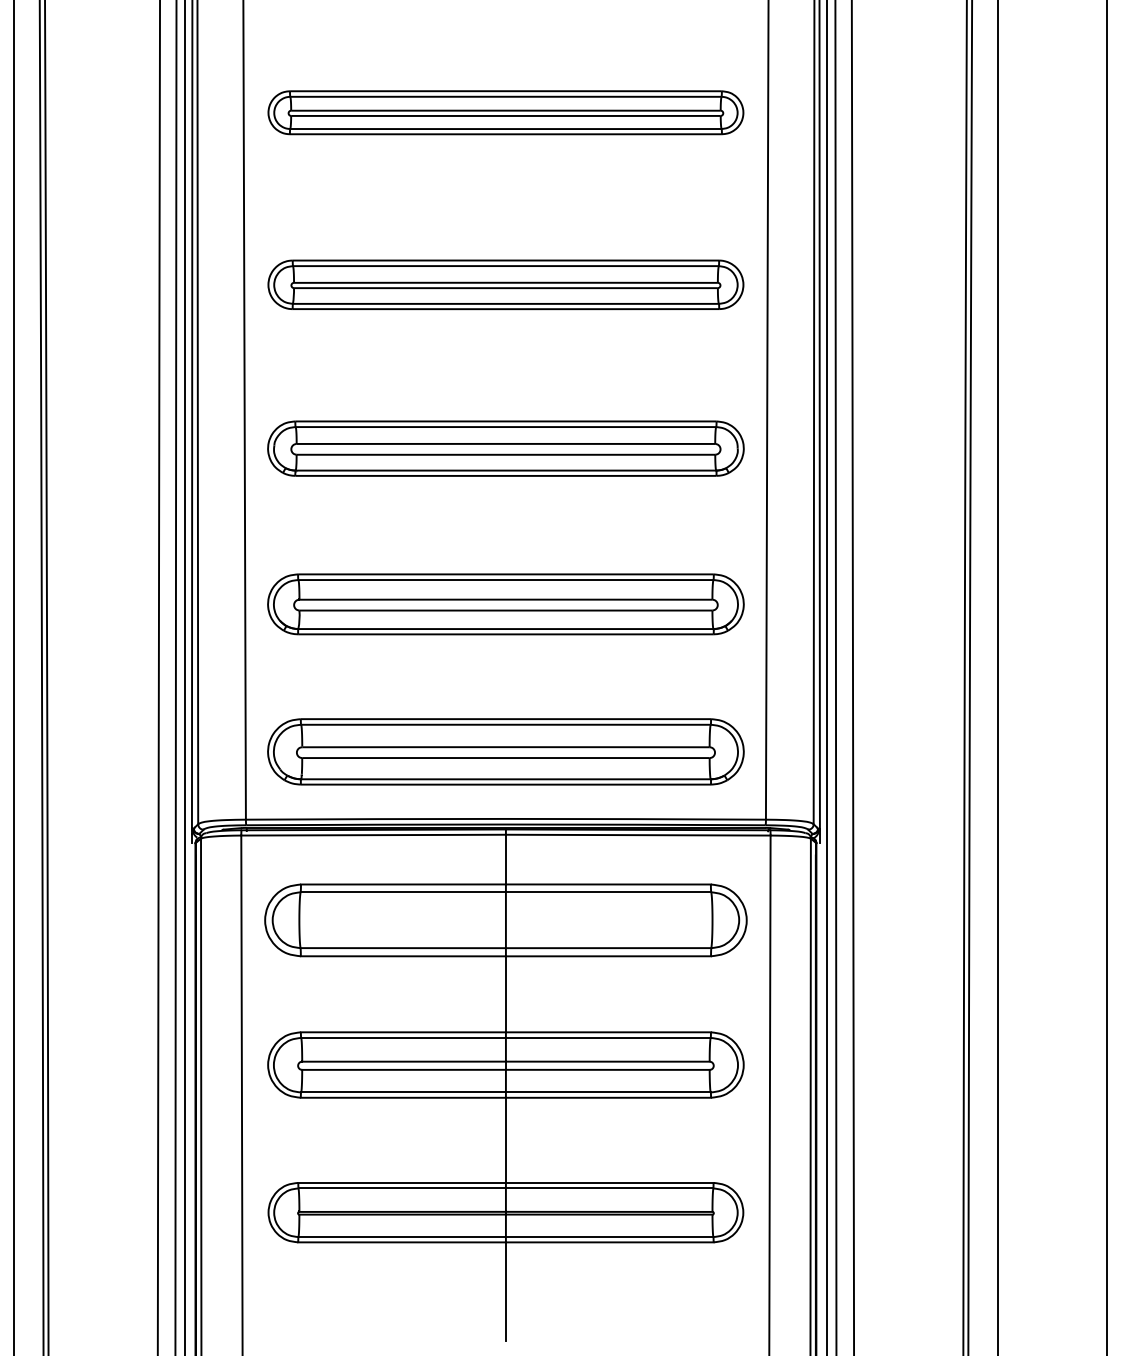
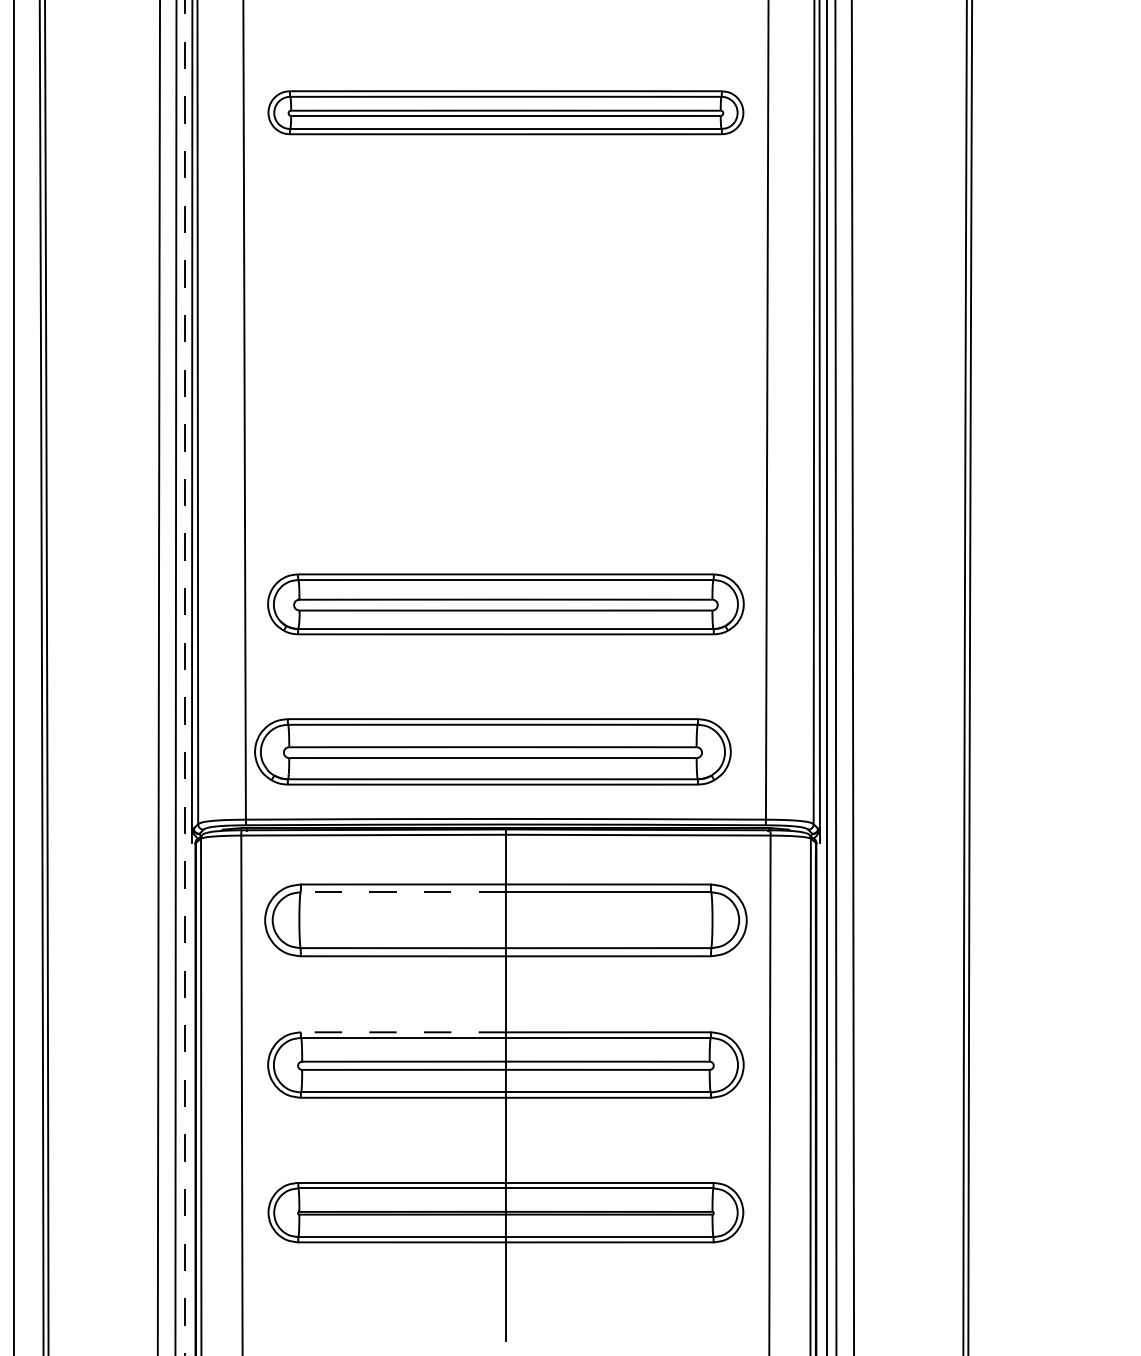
part at (505, 284): present -> none
part at (505, 448): present -> none
line at (997, 677): present -> none
line at (1106, 677): present -> none
line at (184, 678): solid -> dashed
part at (505, 751) position: (505, 751) -> (492, 751)
line at (403, 892): solid -> dashed
line at (403, 1032): solid -> dashed
